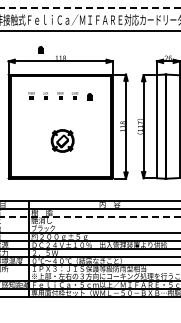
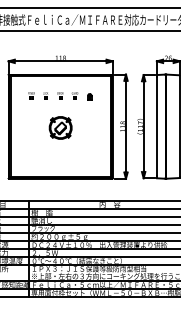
line at (90, 8): dashed -> solid
part at (40, 49): present -> none
part at (62, 140) position: (62, 140) -> (60, 127)
line at (90, 216): dashed -> solid
line at (89, 224): none -> present
